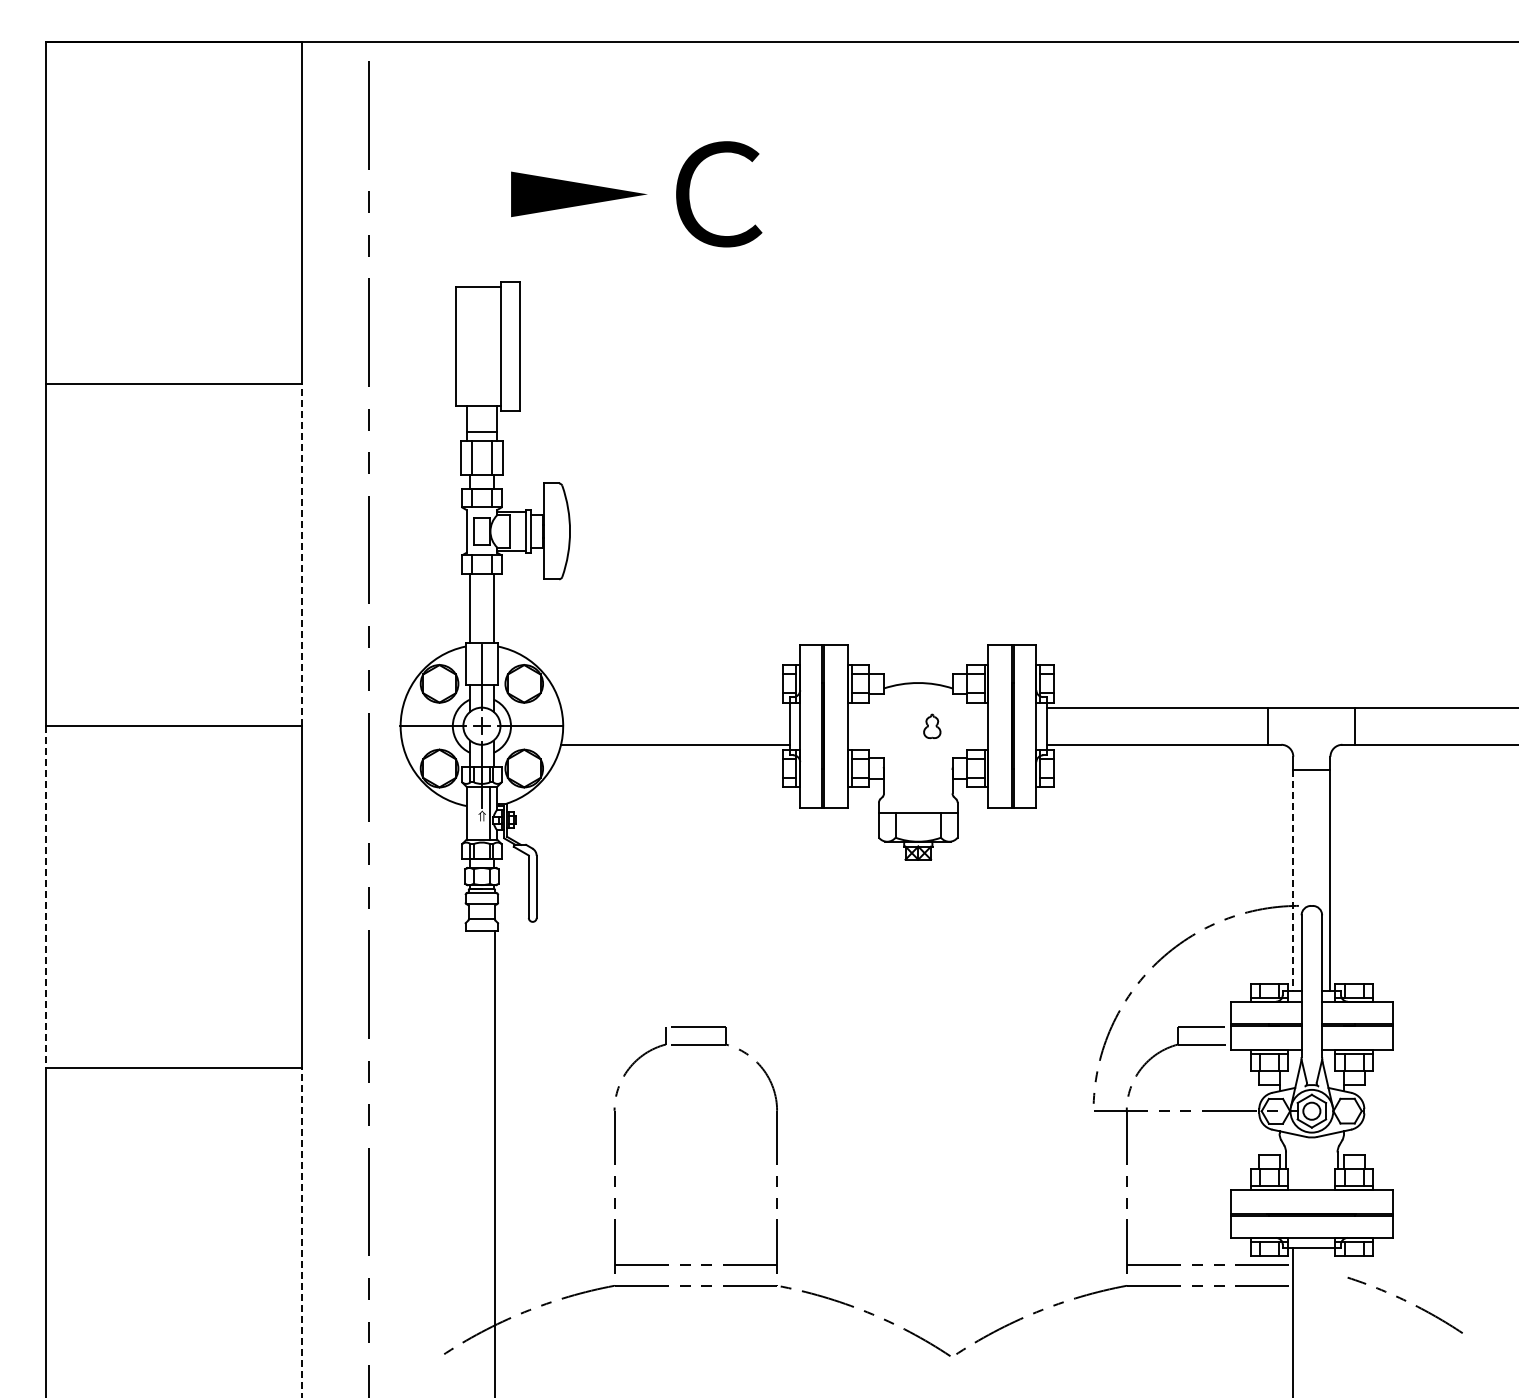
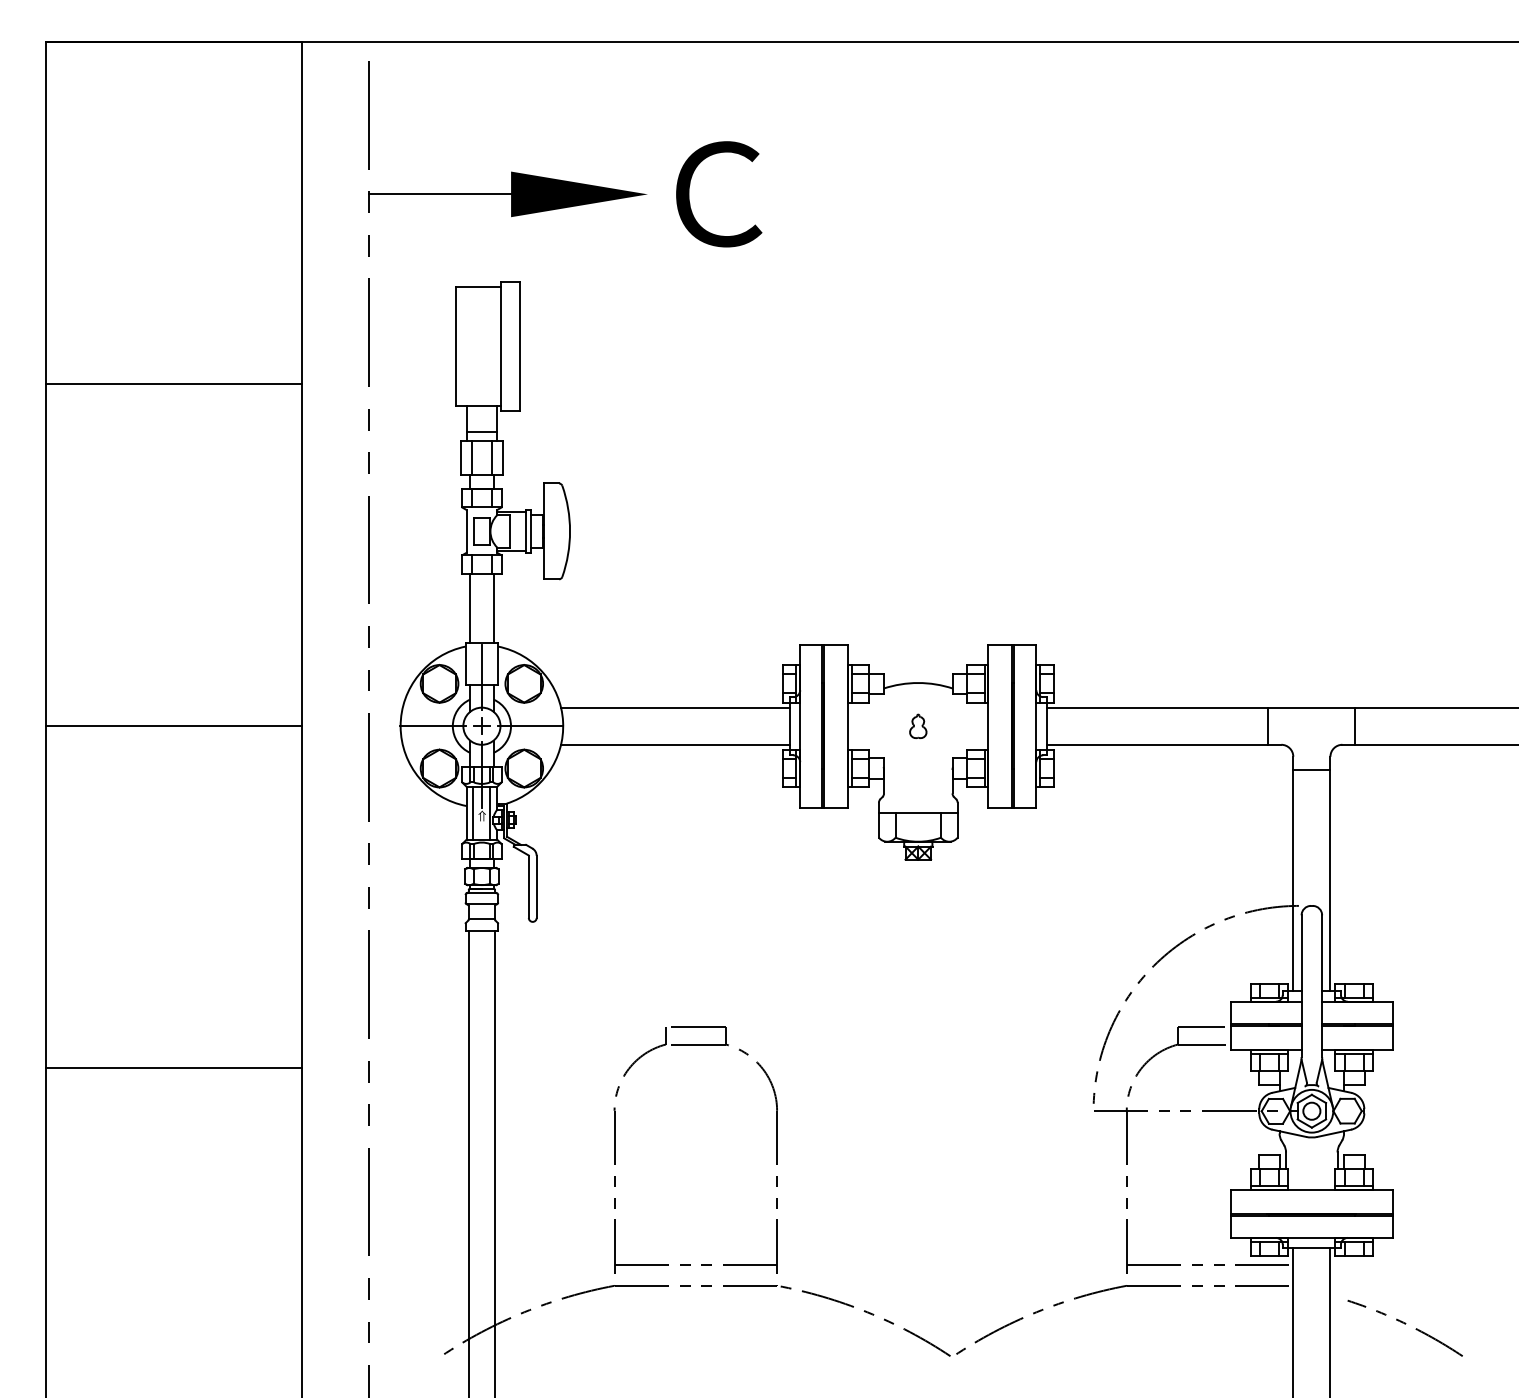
line at (440, 194): none -> present
line at (302, 554): dashed -> solid
line at (675, 707): none -> present
part at (932, 725) position: (932, 725) -> (918, 725)
line at (473, 812): none -> present
line at (1293, 880): dashed -> solid
line at (45, 897): dashed -> solid
line at (468, 1162): none -> present
line at (302, 1233): dashed -> solid
arc at (1404, 1301) position: (1404, 1301) -> (1404, 1324)
line at (1330, 1321): none -> present
